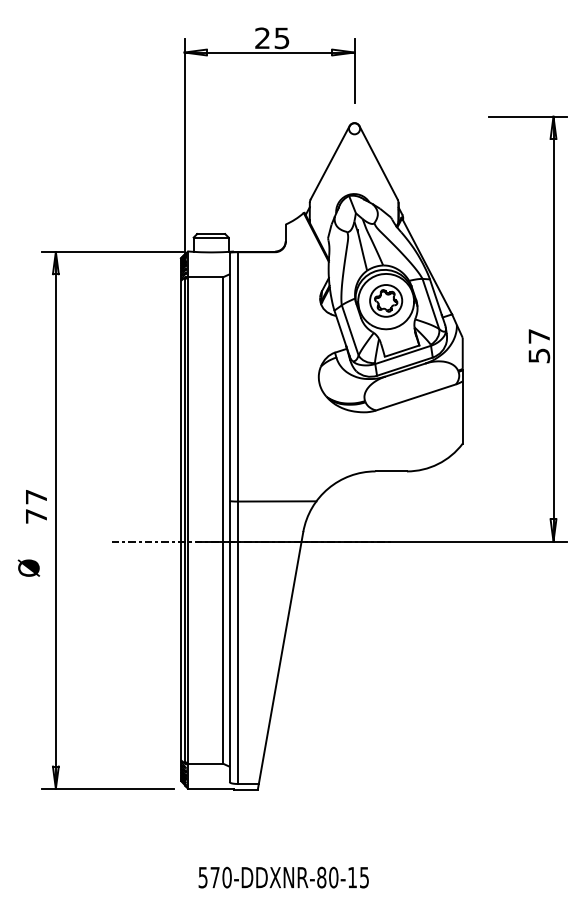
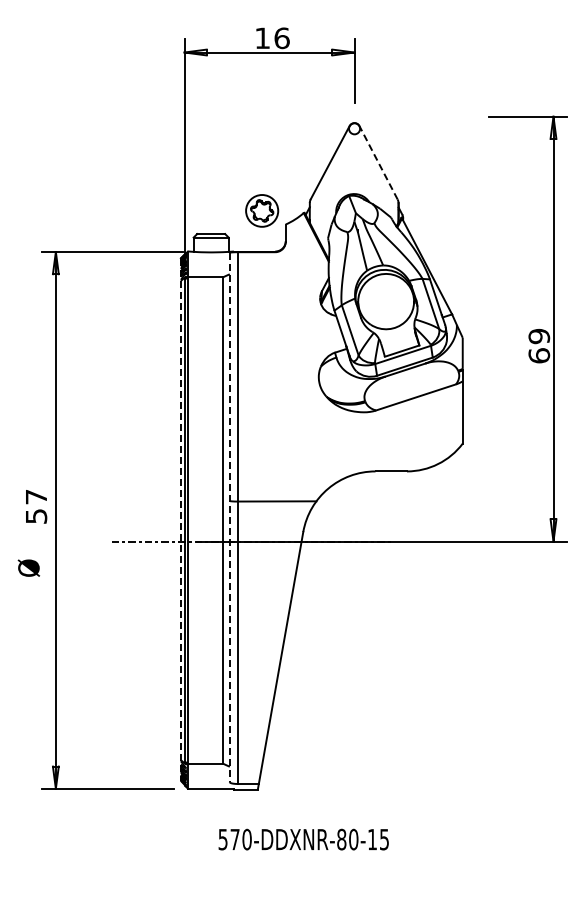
text at (272, 38): 25 -> 16
line at (378, 162): solid -> dashed
part at (386, 300) position: (386, 300) -> (262, 210)
text at (539, 345): 57 -> 69
text at (36, 516): 77 -> 57
line at (229, 517): solid -> dashed
line at (180, 520): solid -> dashed
text at (283, 877) position: (283, 877) -> (303, 839)
